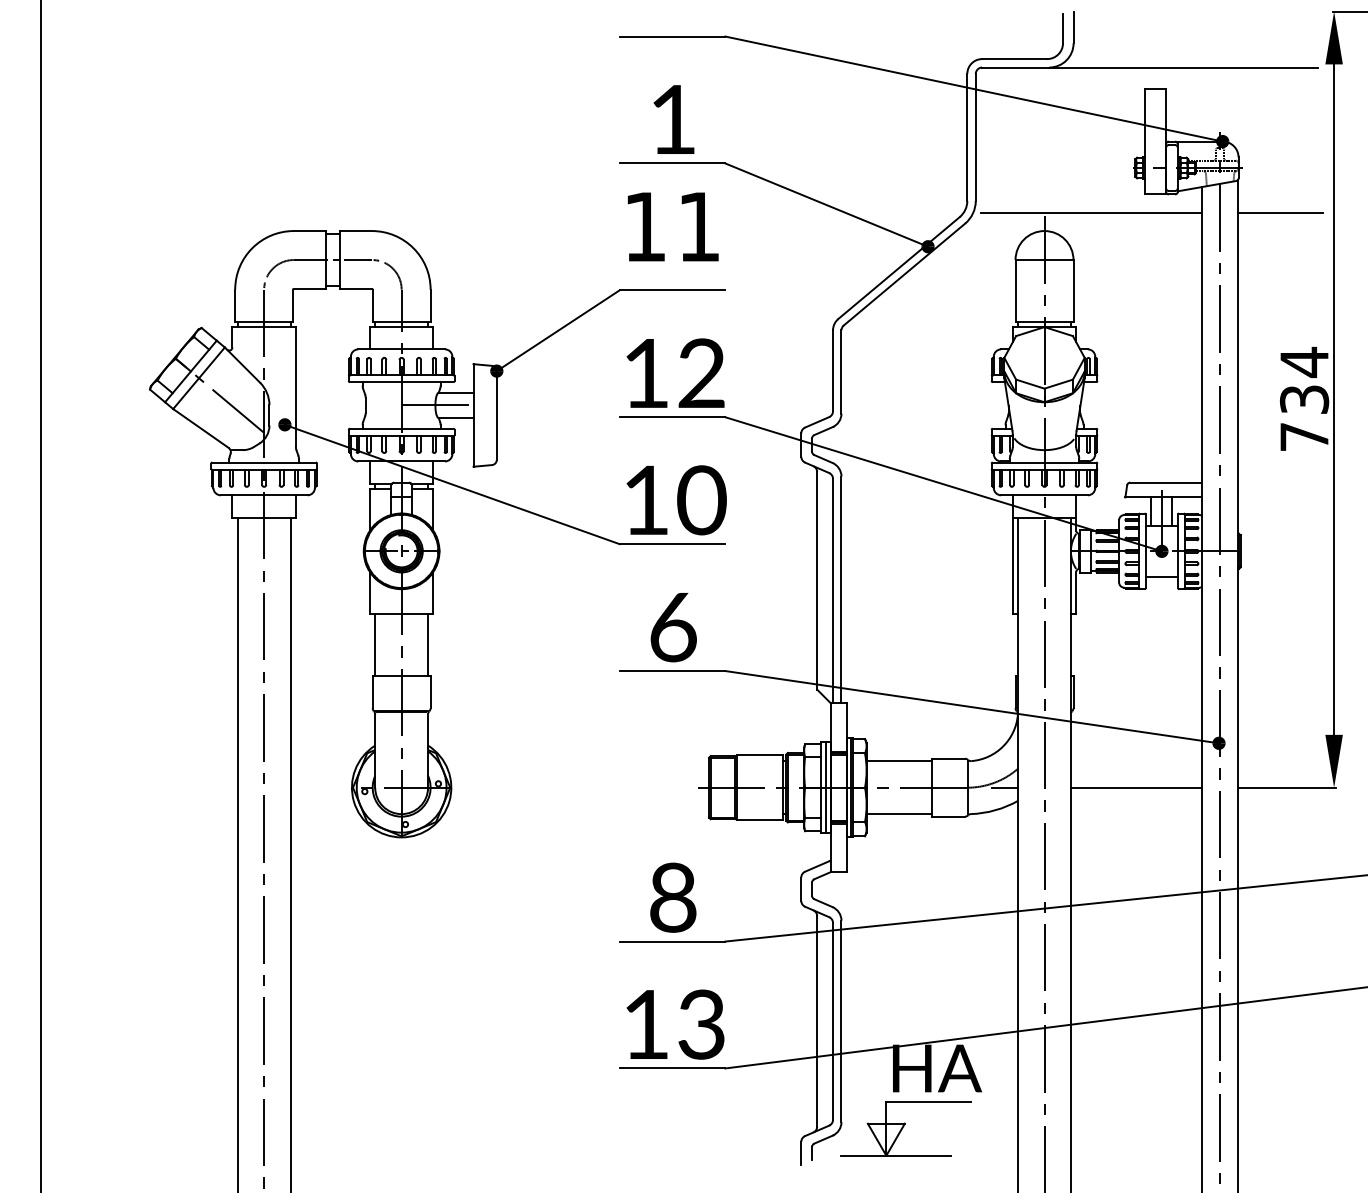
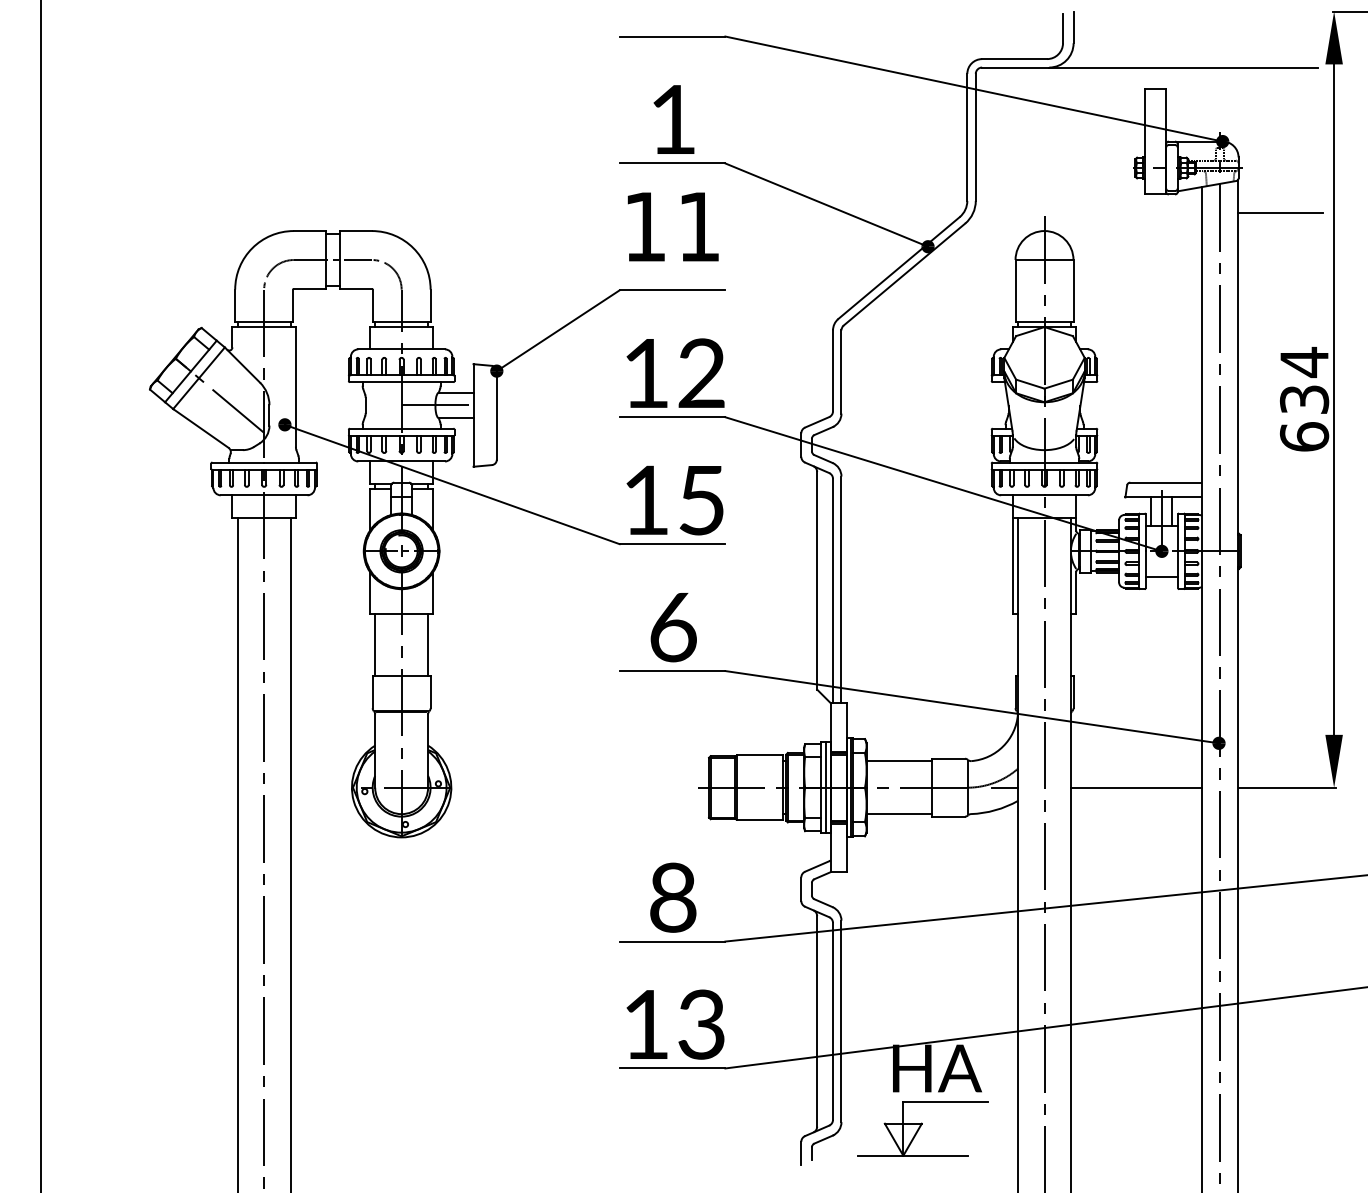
line at (1090, 213): present -> none
text at (1304, 436): 734 -> 634
text at (701, 500): 10 -> 15
part at (905, 1128) position: (905, 1128) -> (922, 1128)
